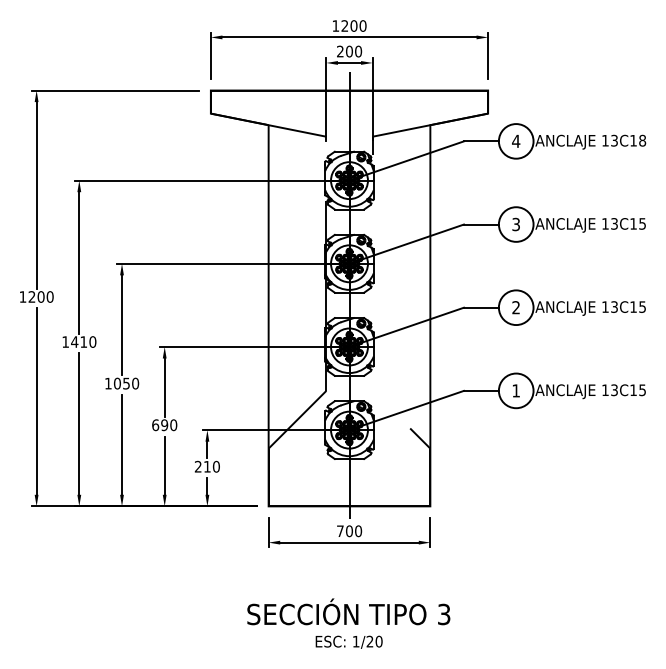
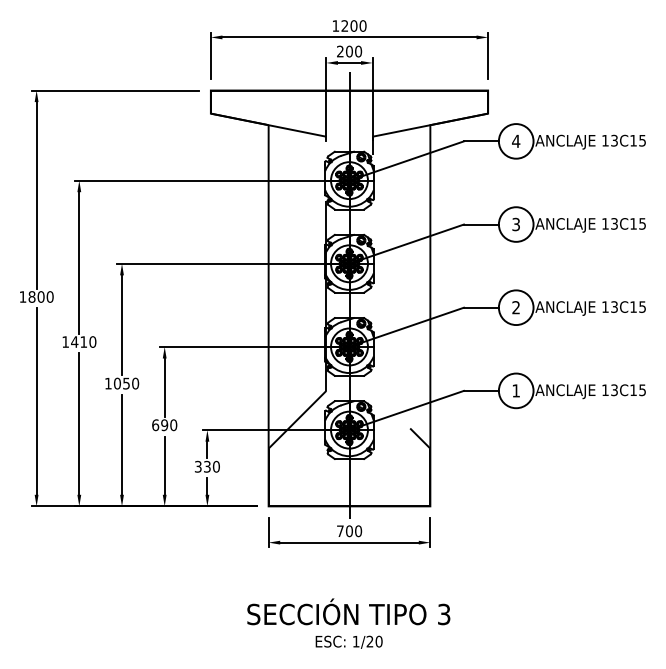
text at (642, 140): 13C18 -> 13C15
text at (31, 296): 1200 -> 1800
text at (202, 466): 210 -> 330
